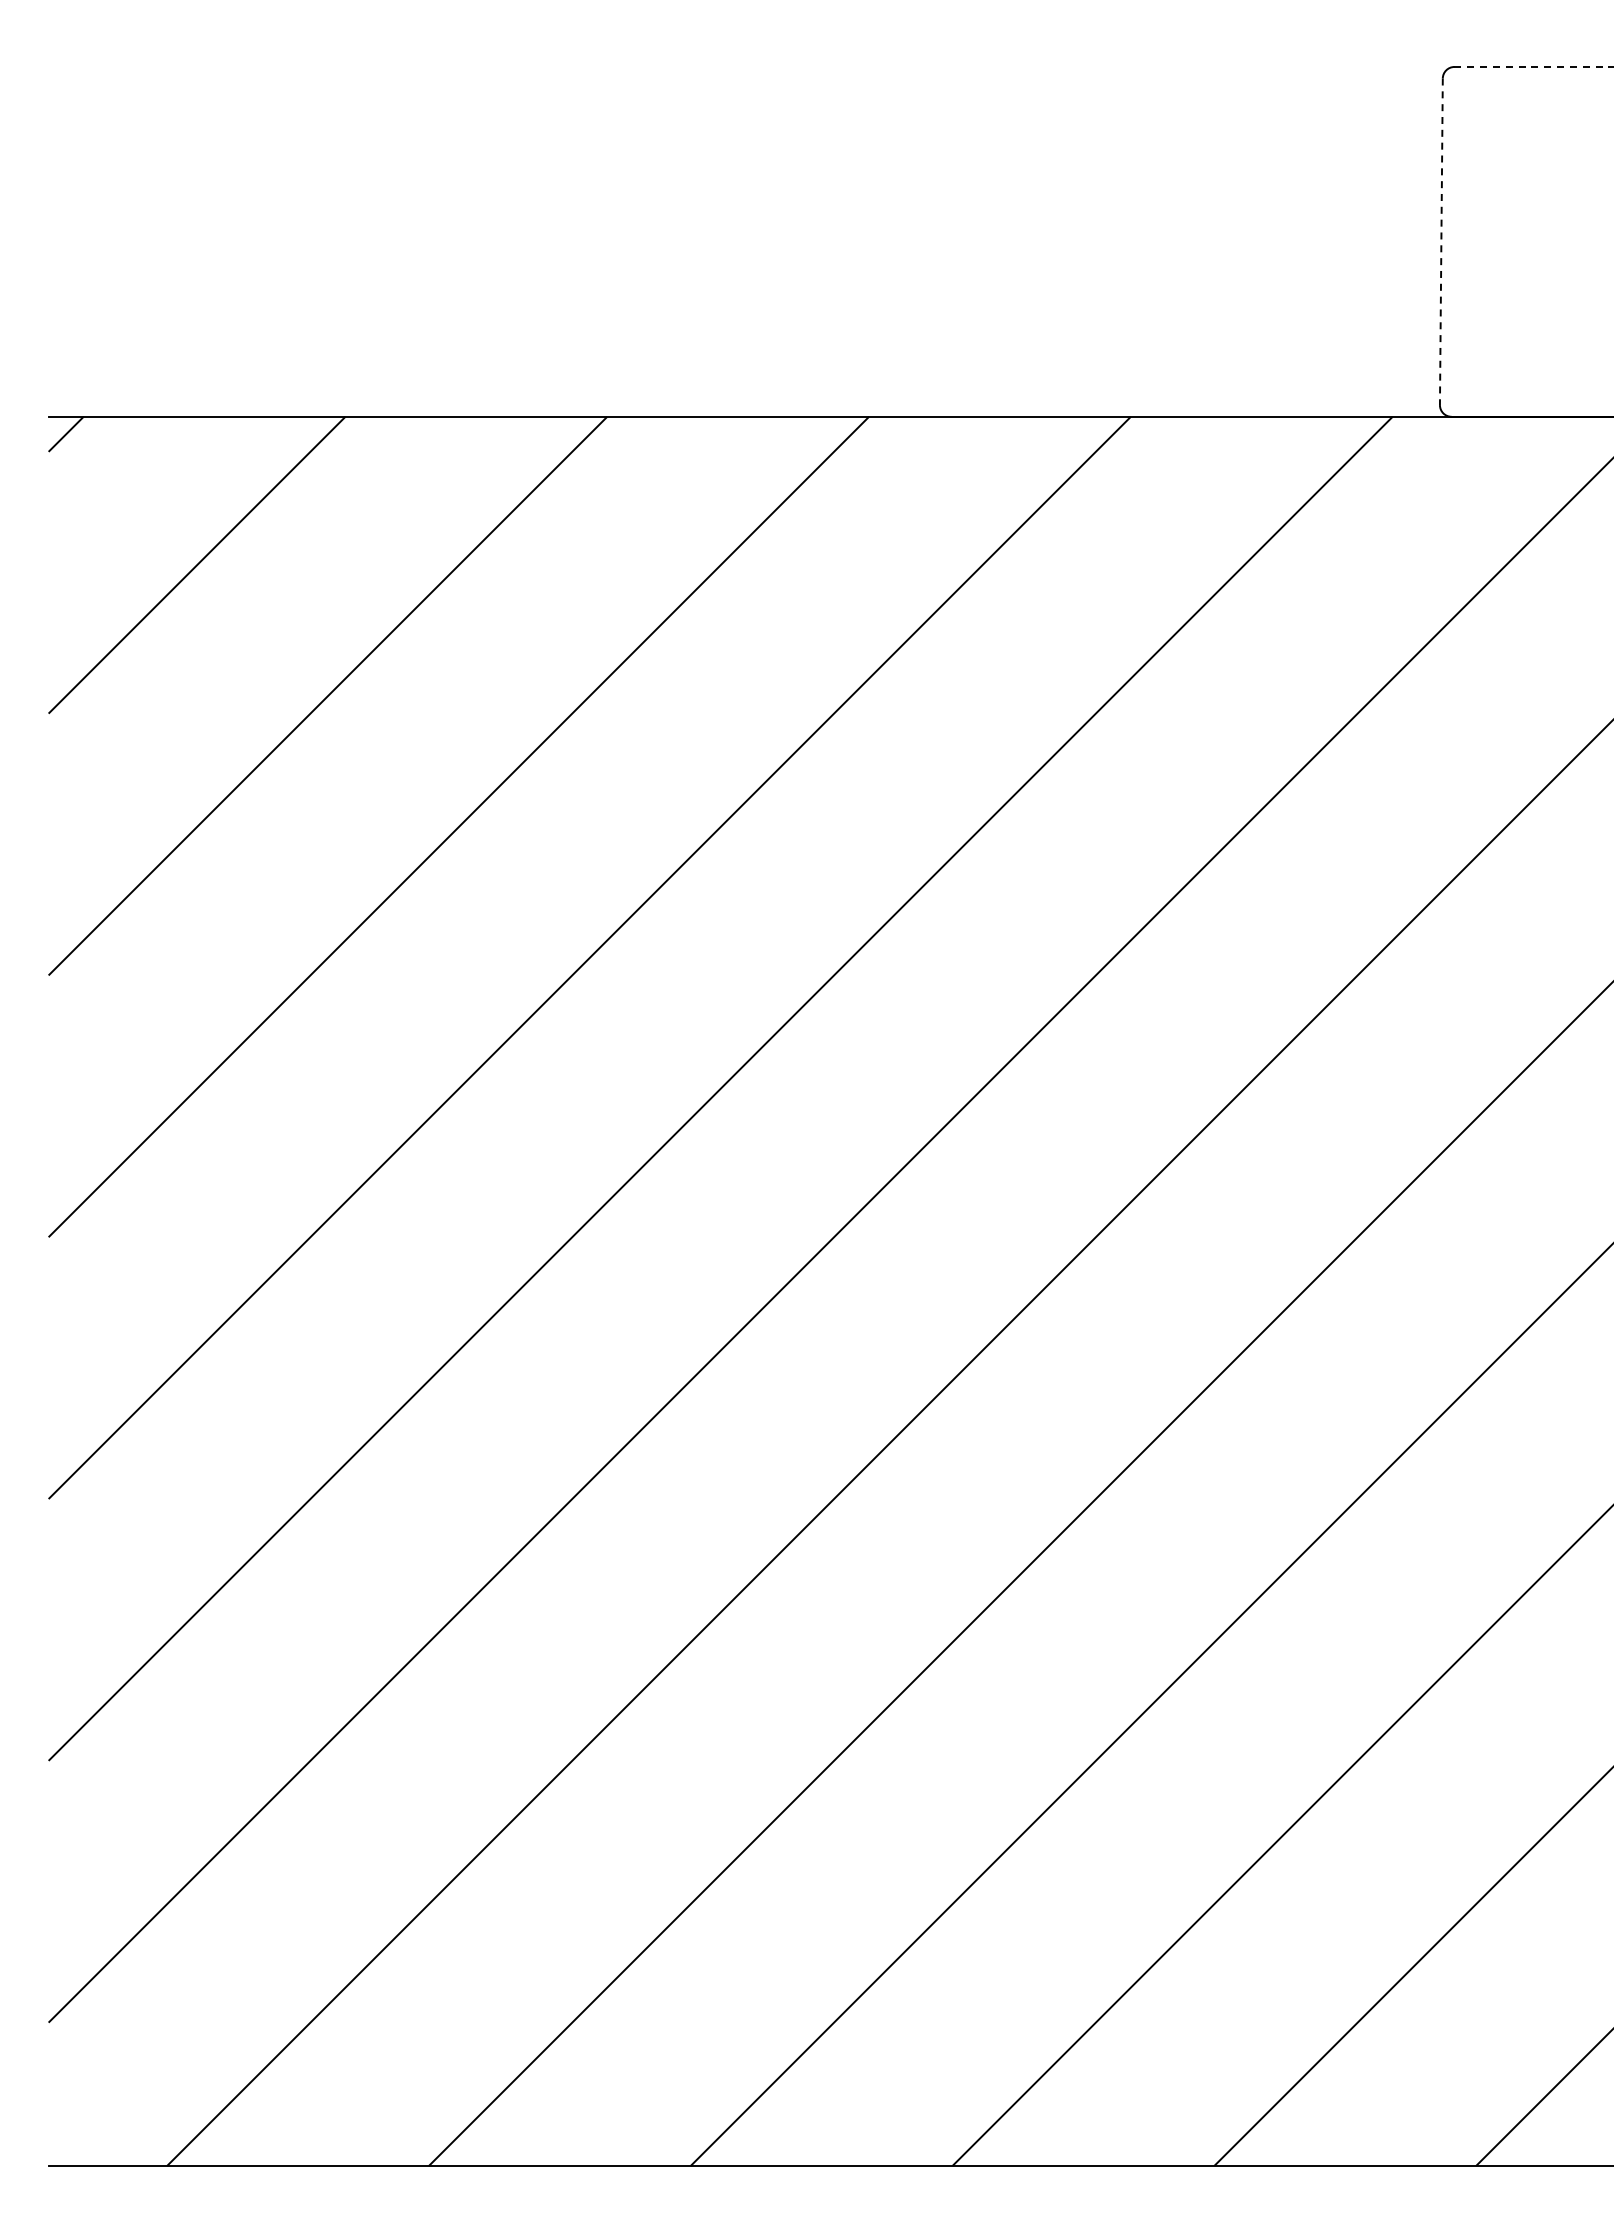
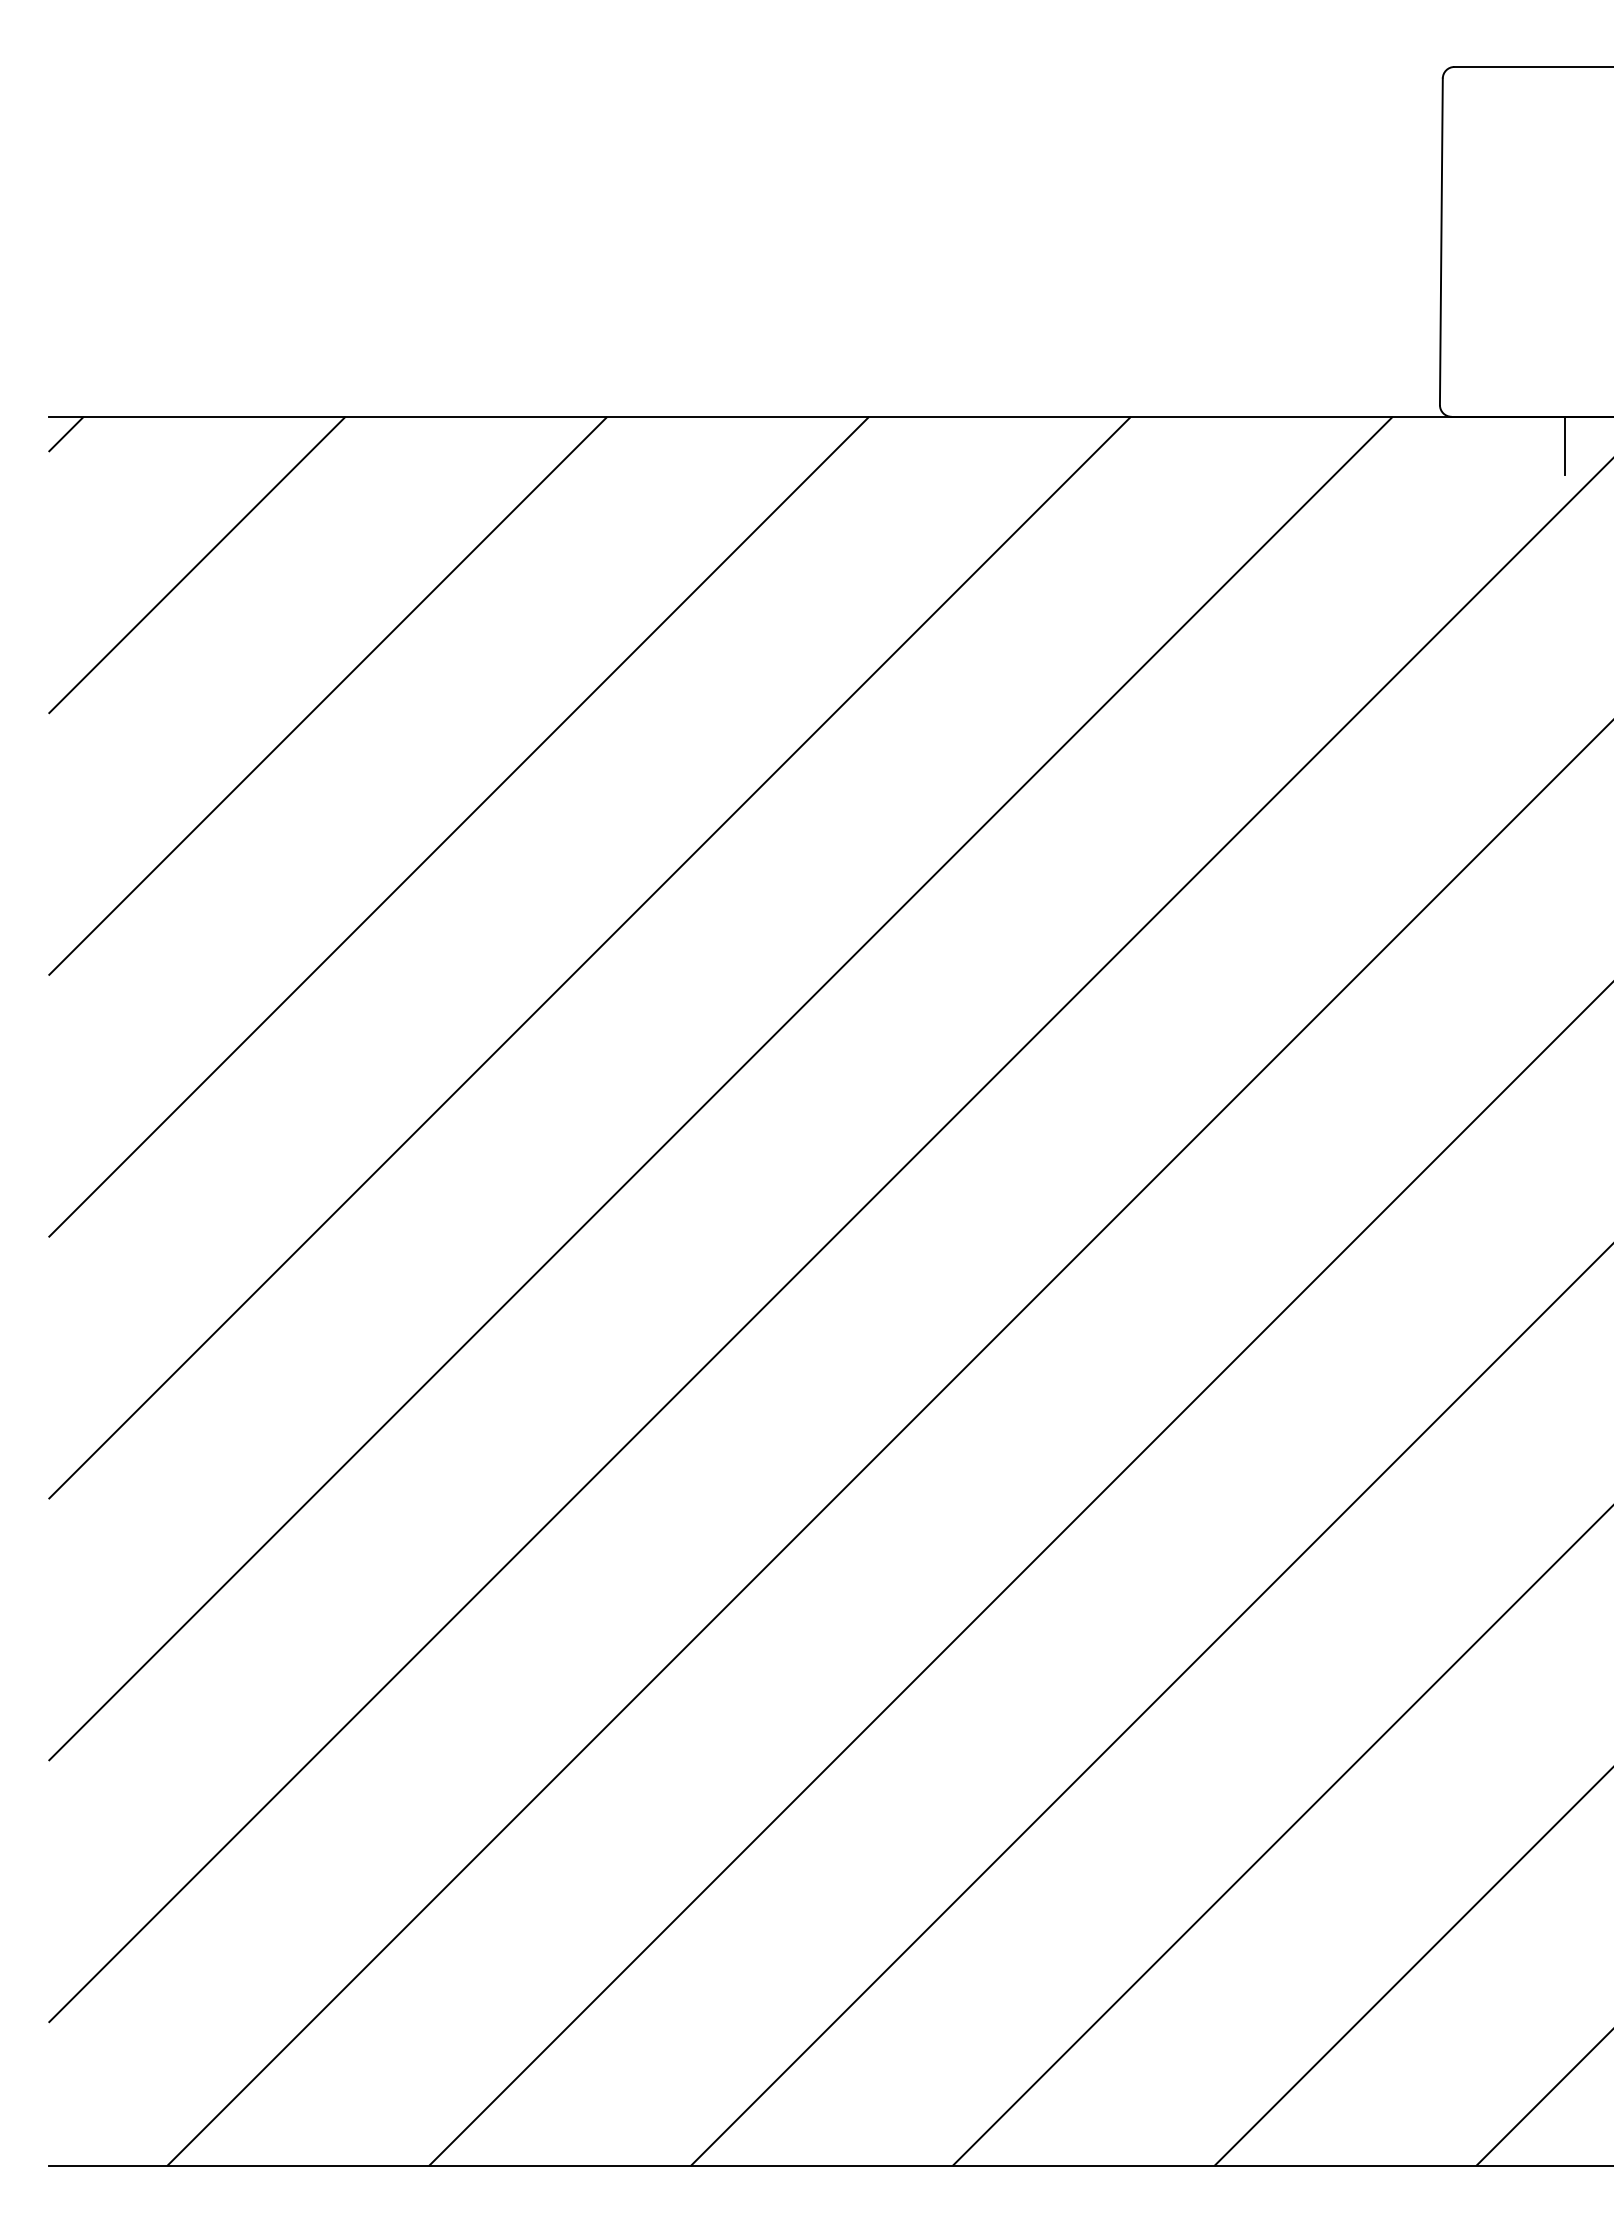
line at (1534, 66): dashed -> solid
line at (1441, 242): dashed -> solid
line at (1565, 445): none -> present
